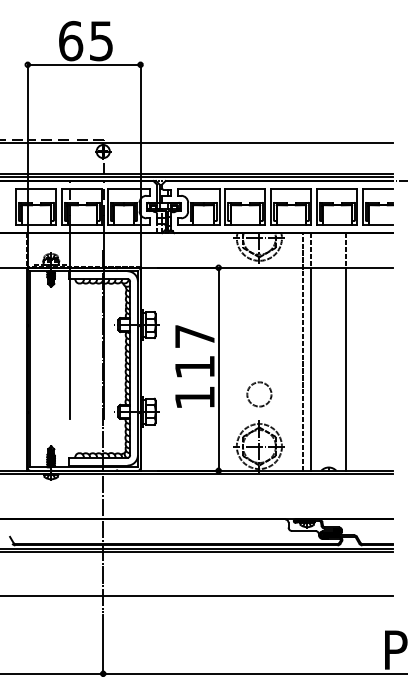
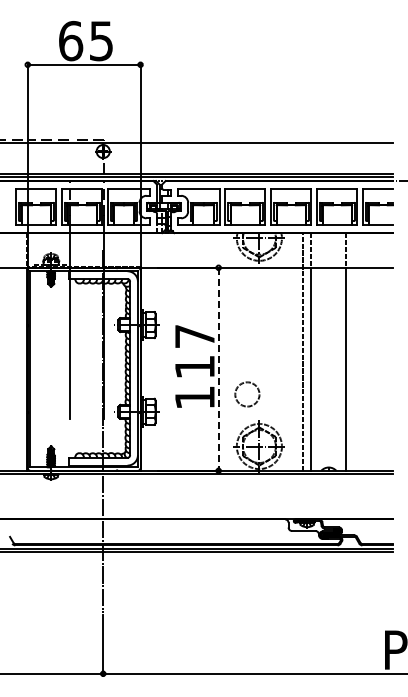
line at (218, 369): solid -> dashed
circle at (259, 394) position: (259, 394) -> (247, 394)
line at (197, 595): present -> none
